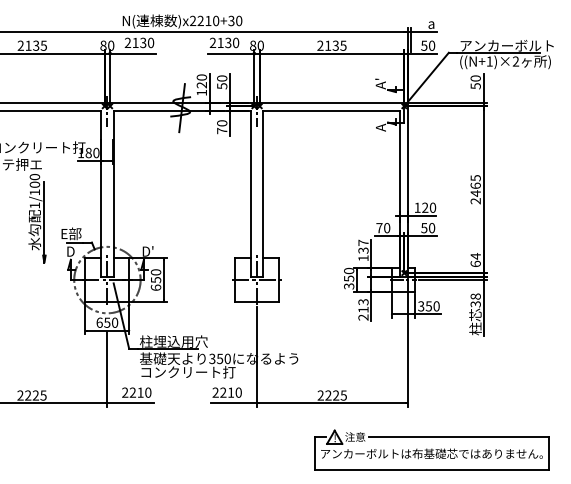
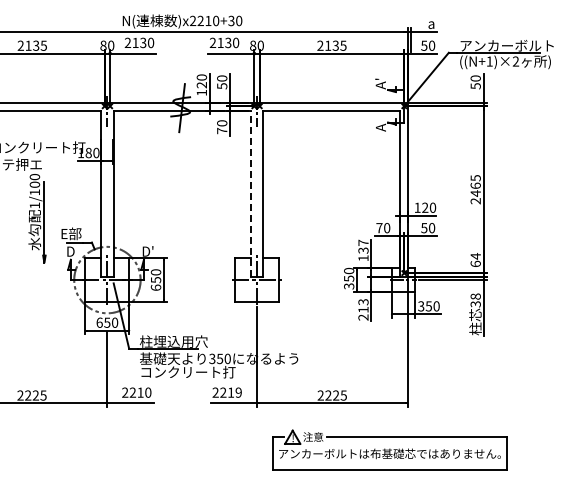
line at (250, 193): solid -> dashed
text at (238, 392): 2210 -> 2219
part at (431, 449) position: (431, 449) -> (389, 449)
